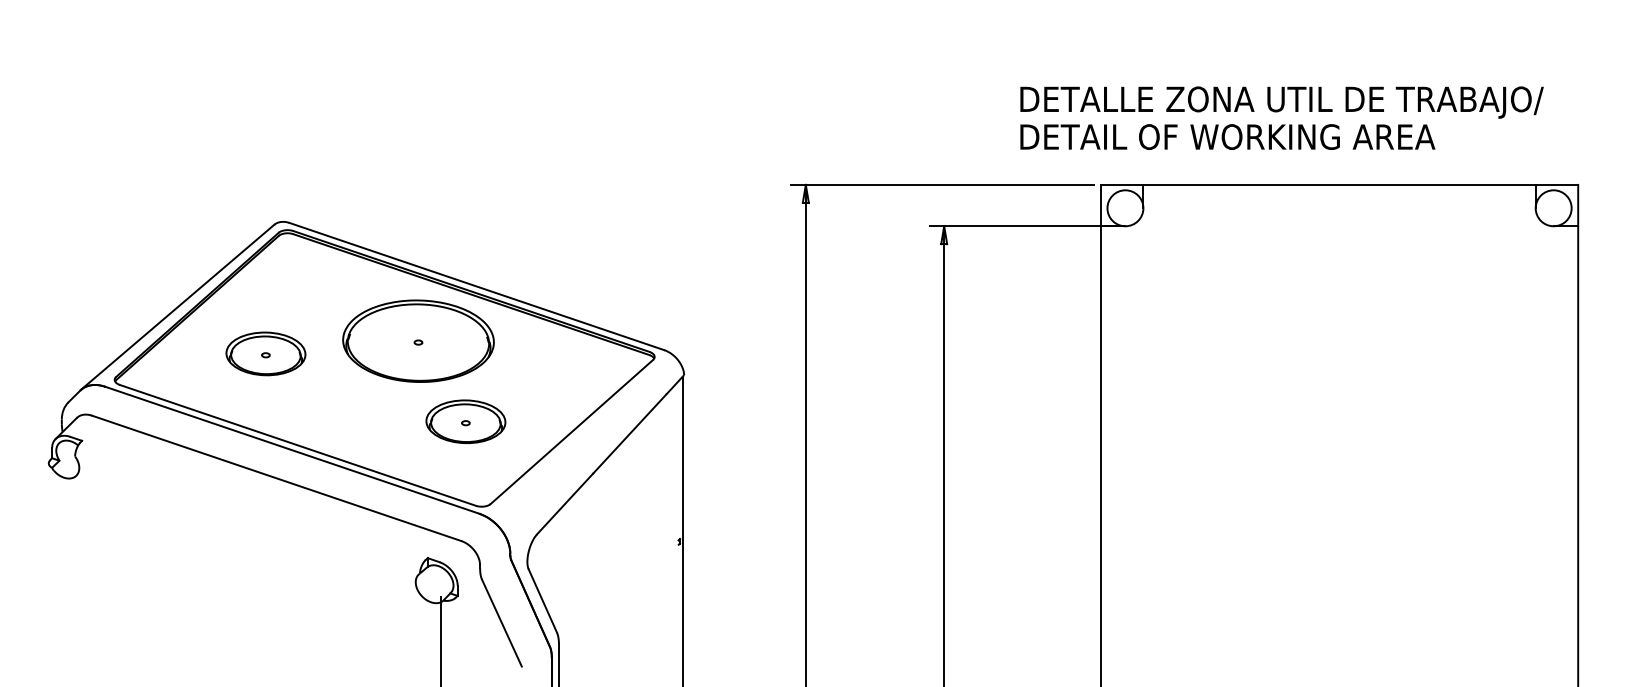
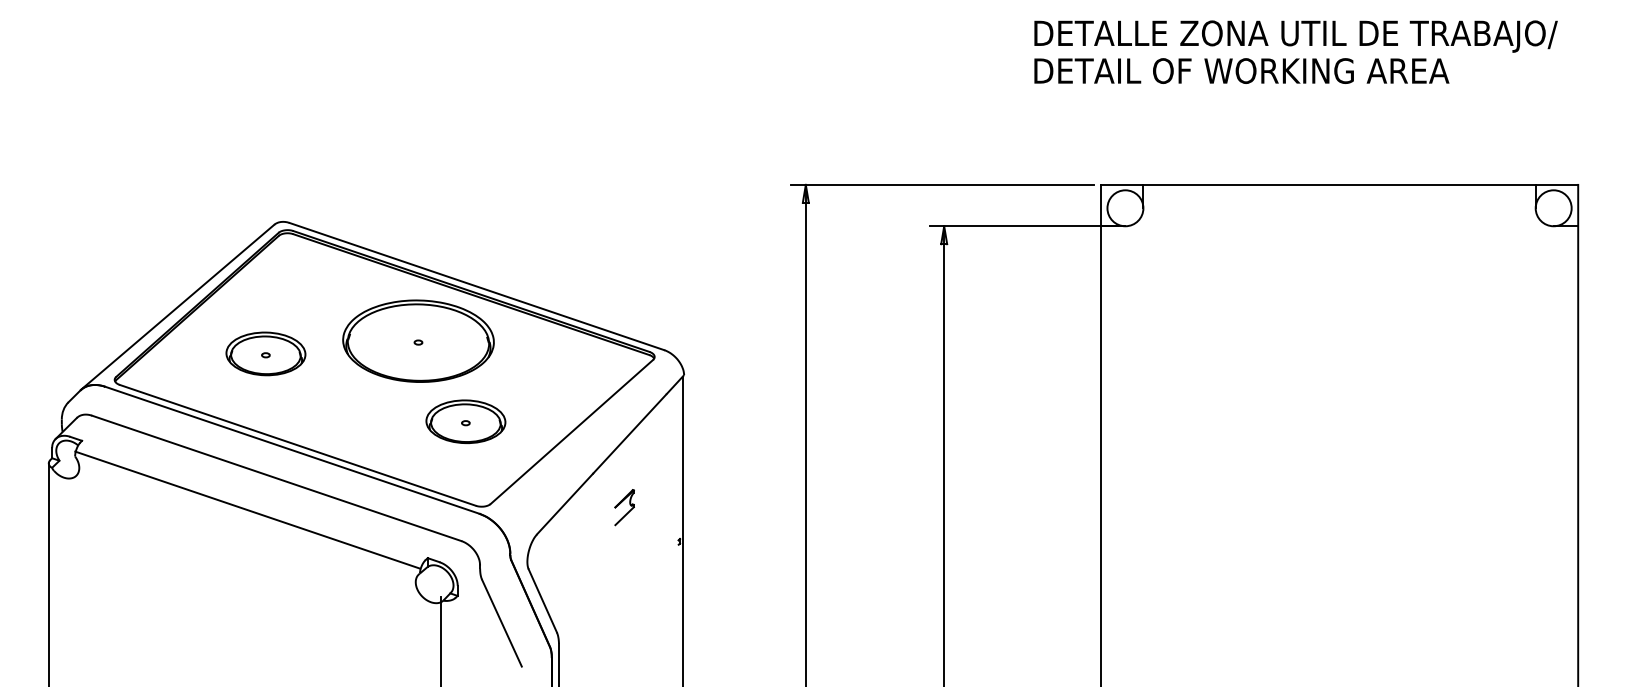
text at (1281, 117) position: (1281, 117) -> (1295, 51)
part at (624, 507): none -> present
line at (247, 509): none -> present
line at (48, 573): none -> present
